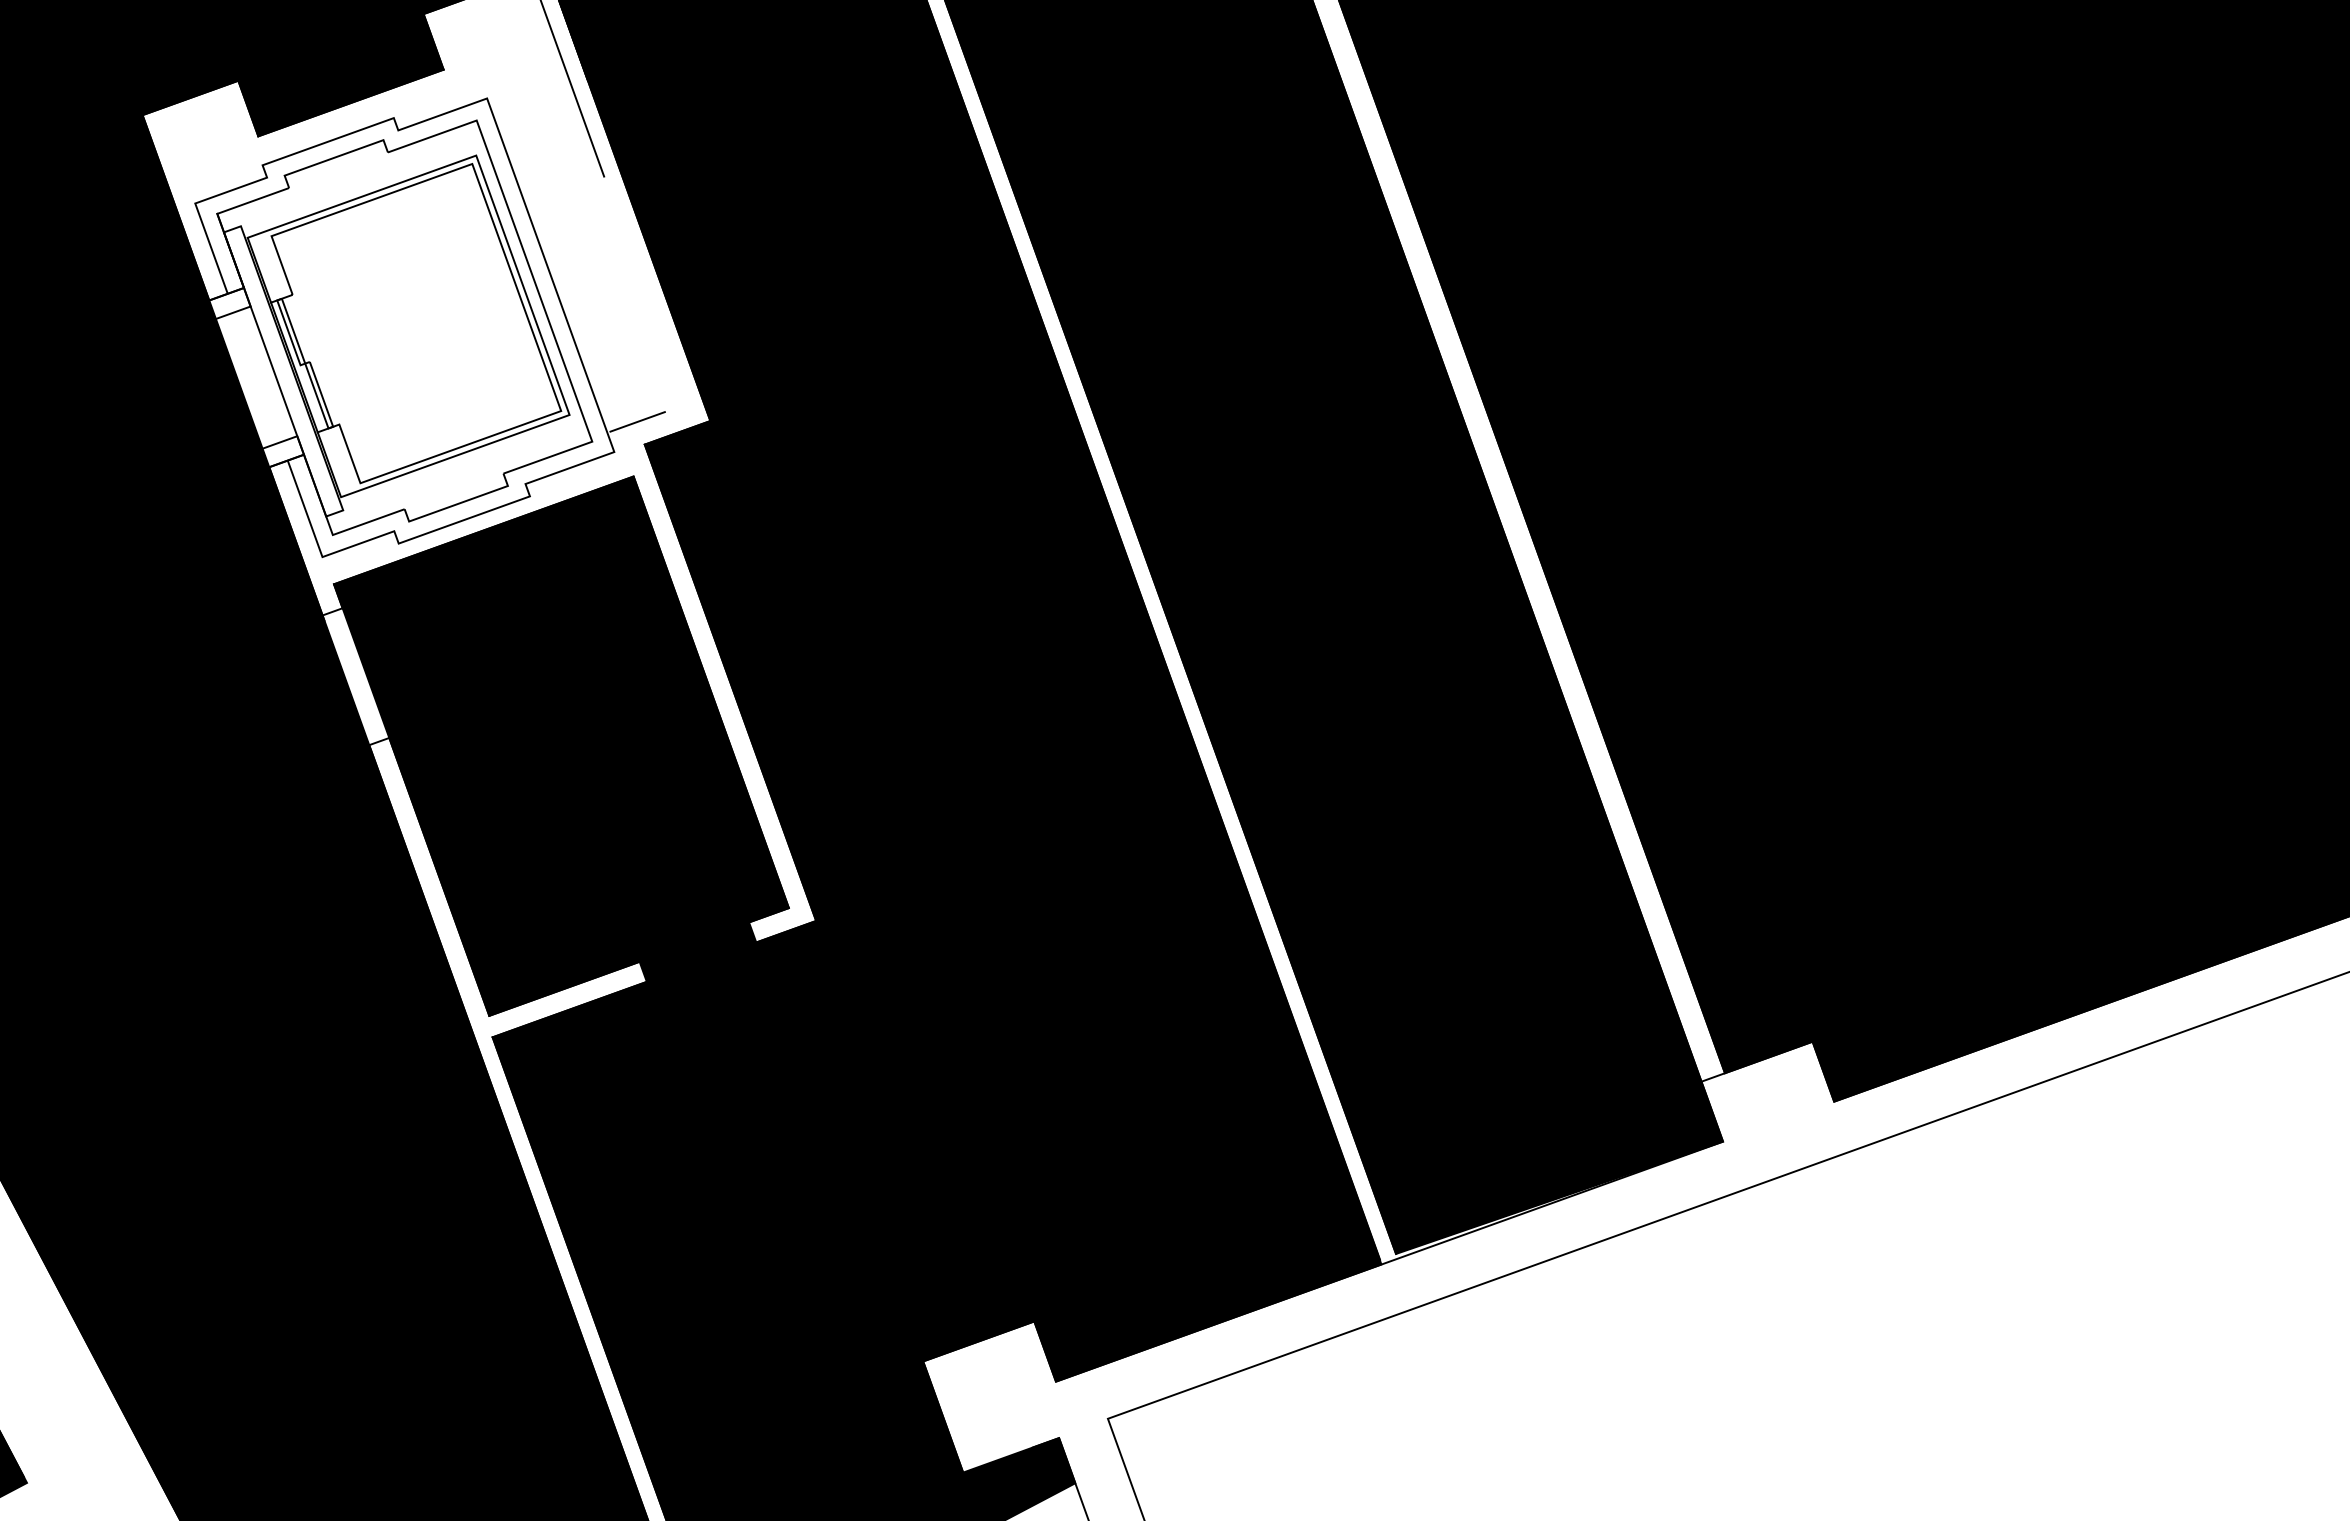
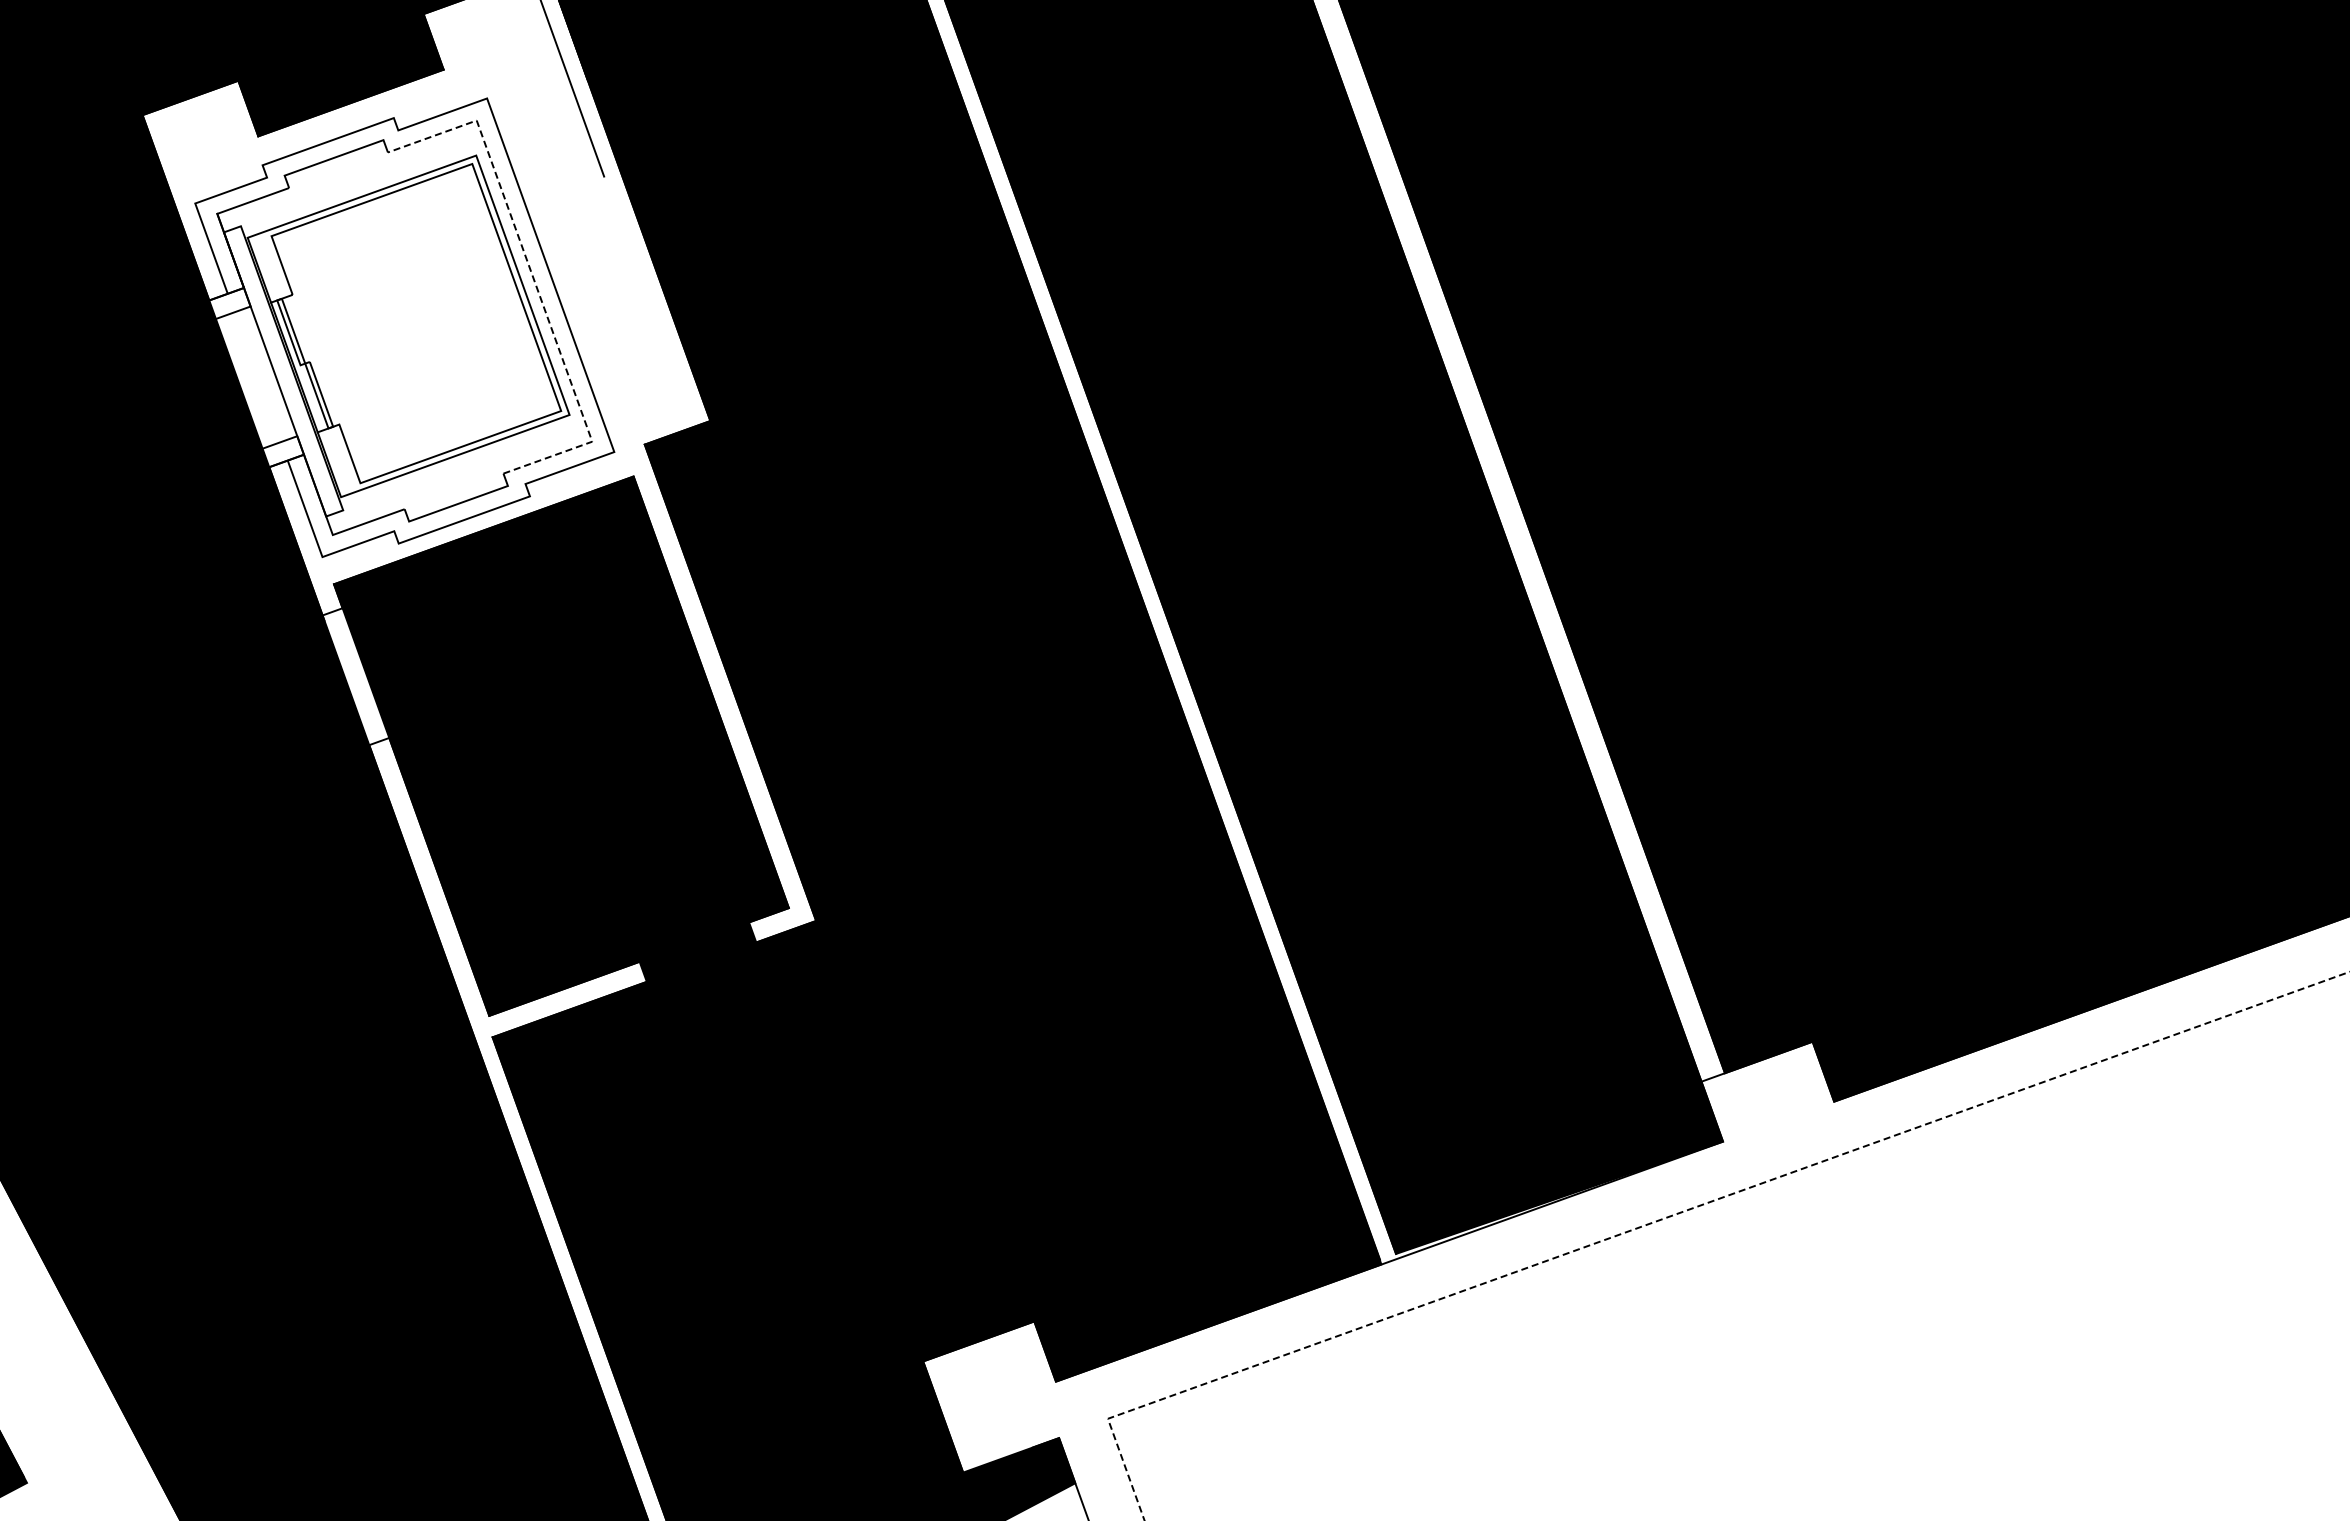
line at (534, 281): solid -> dashed
line at (637, 421): present -> none
line at (1677, 1213): solid -> dashed
